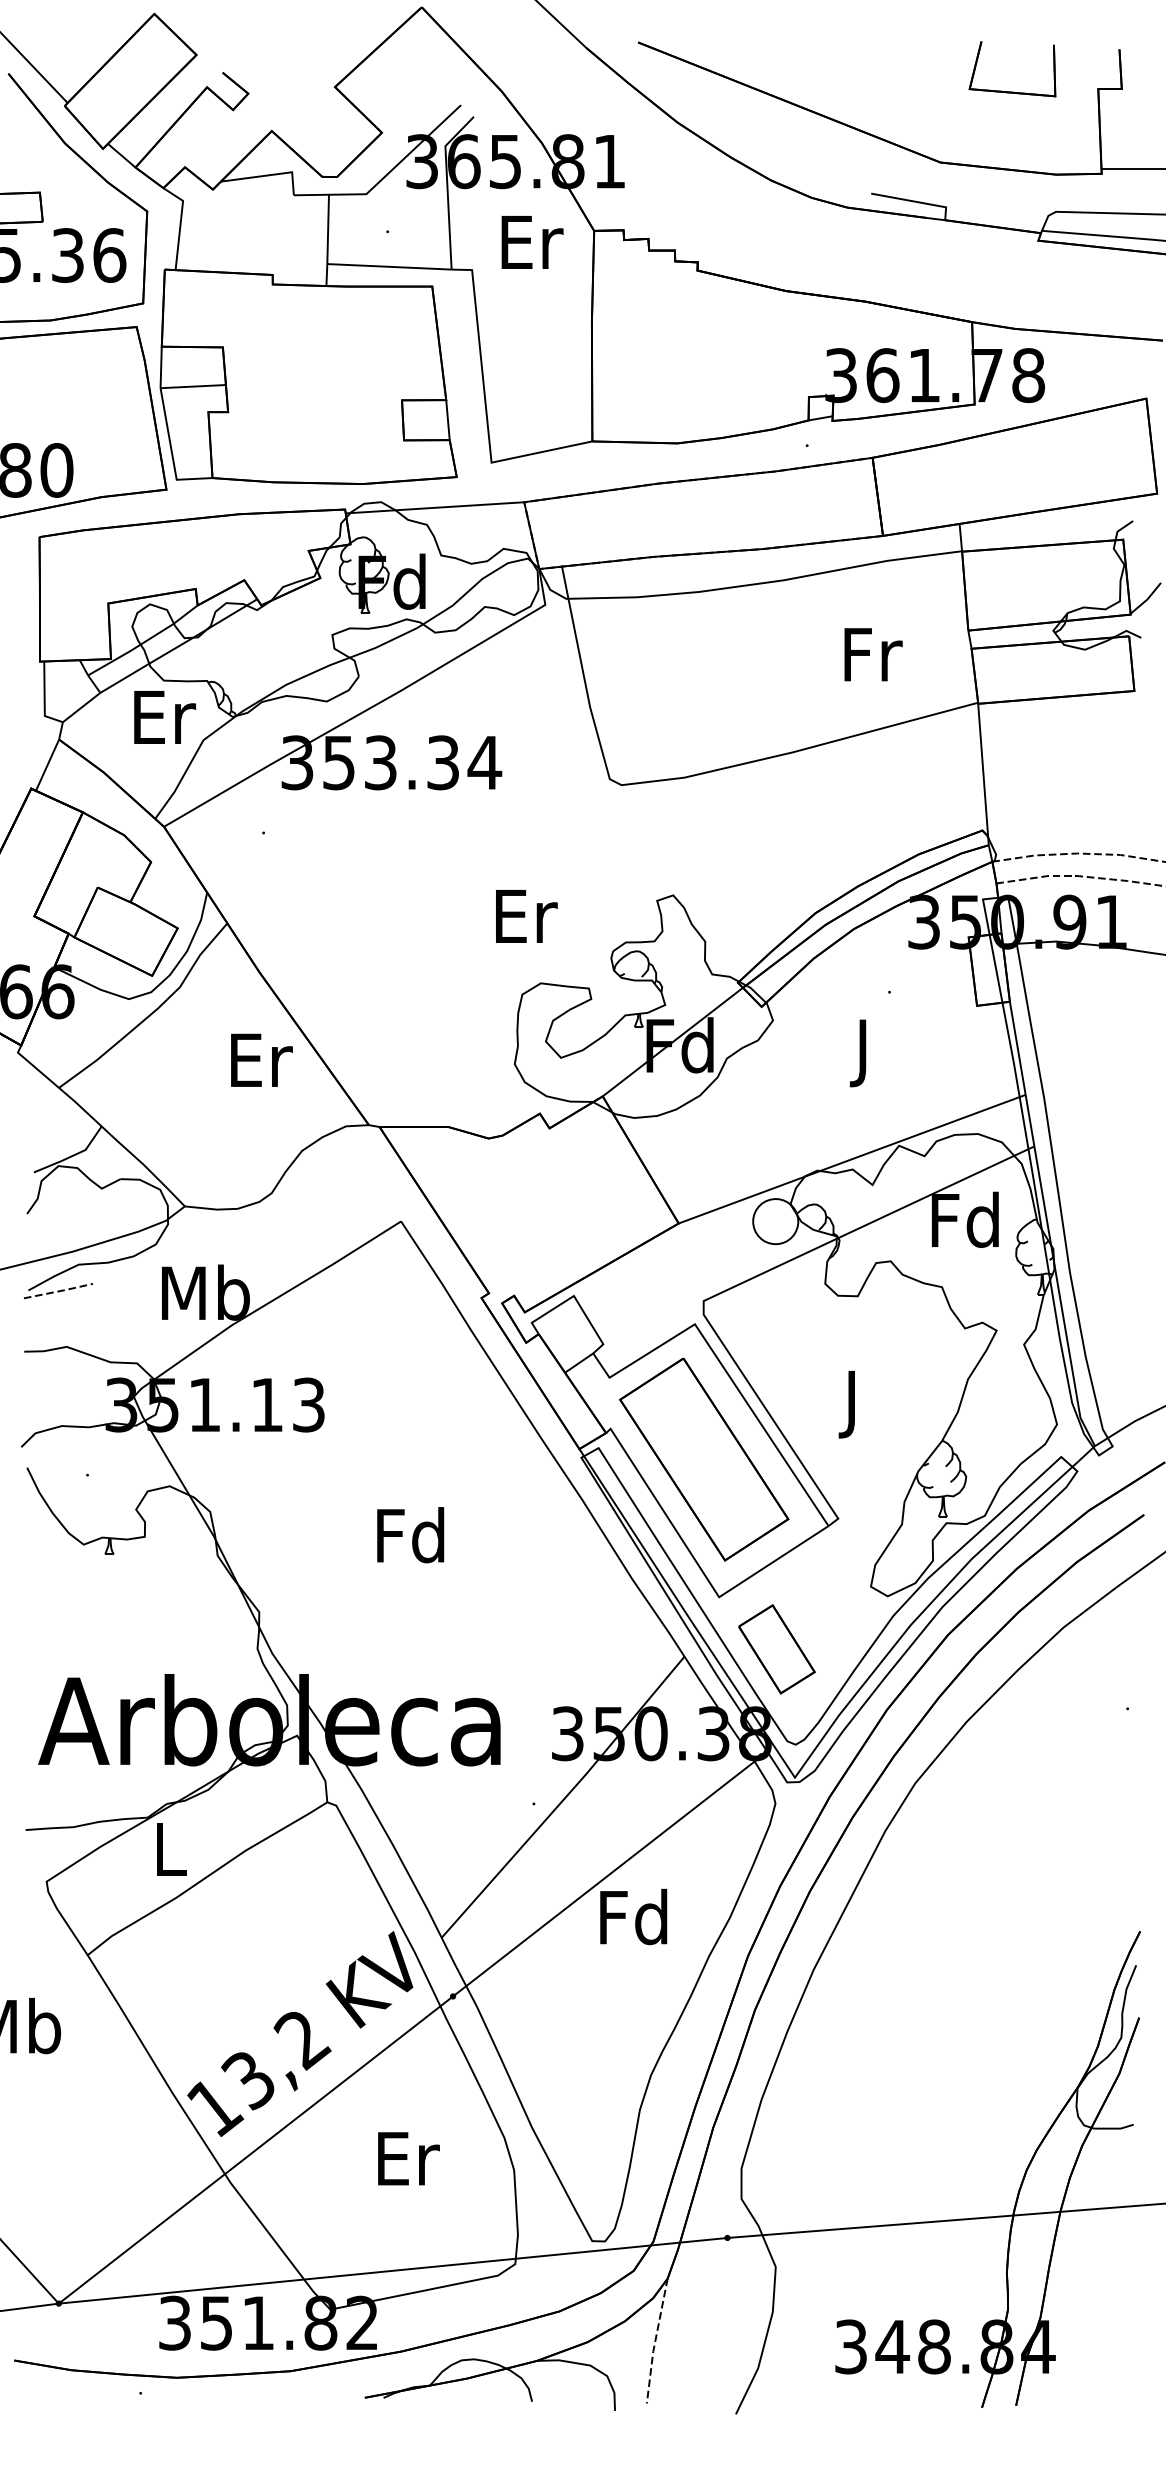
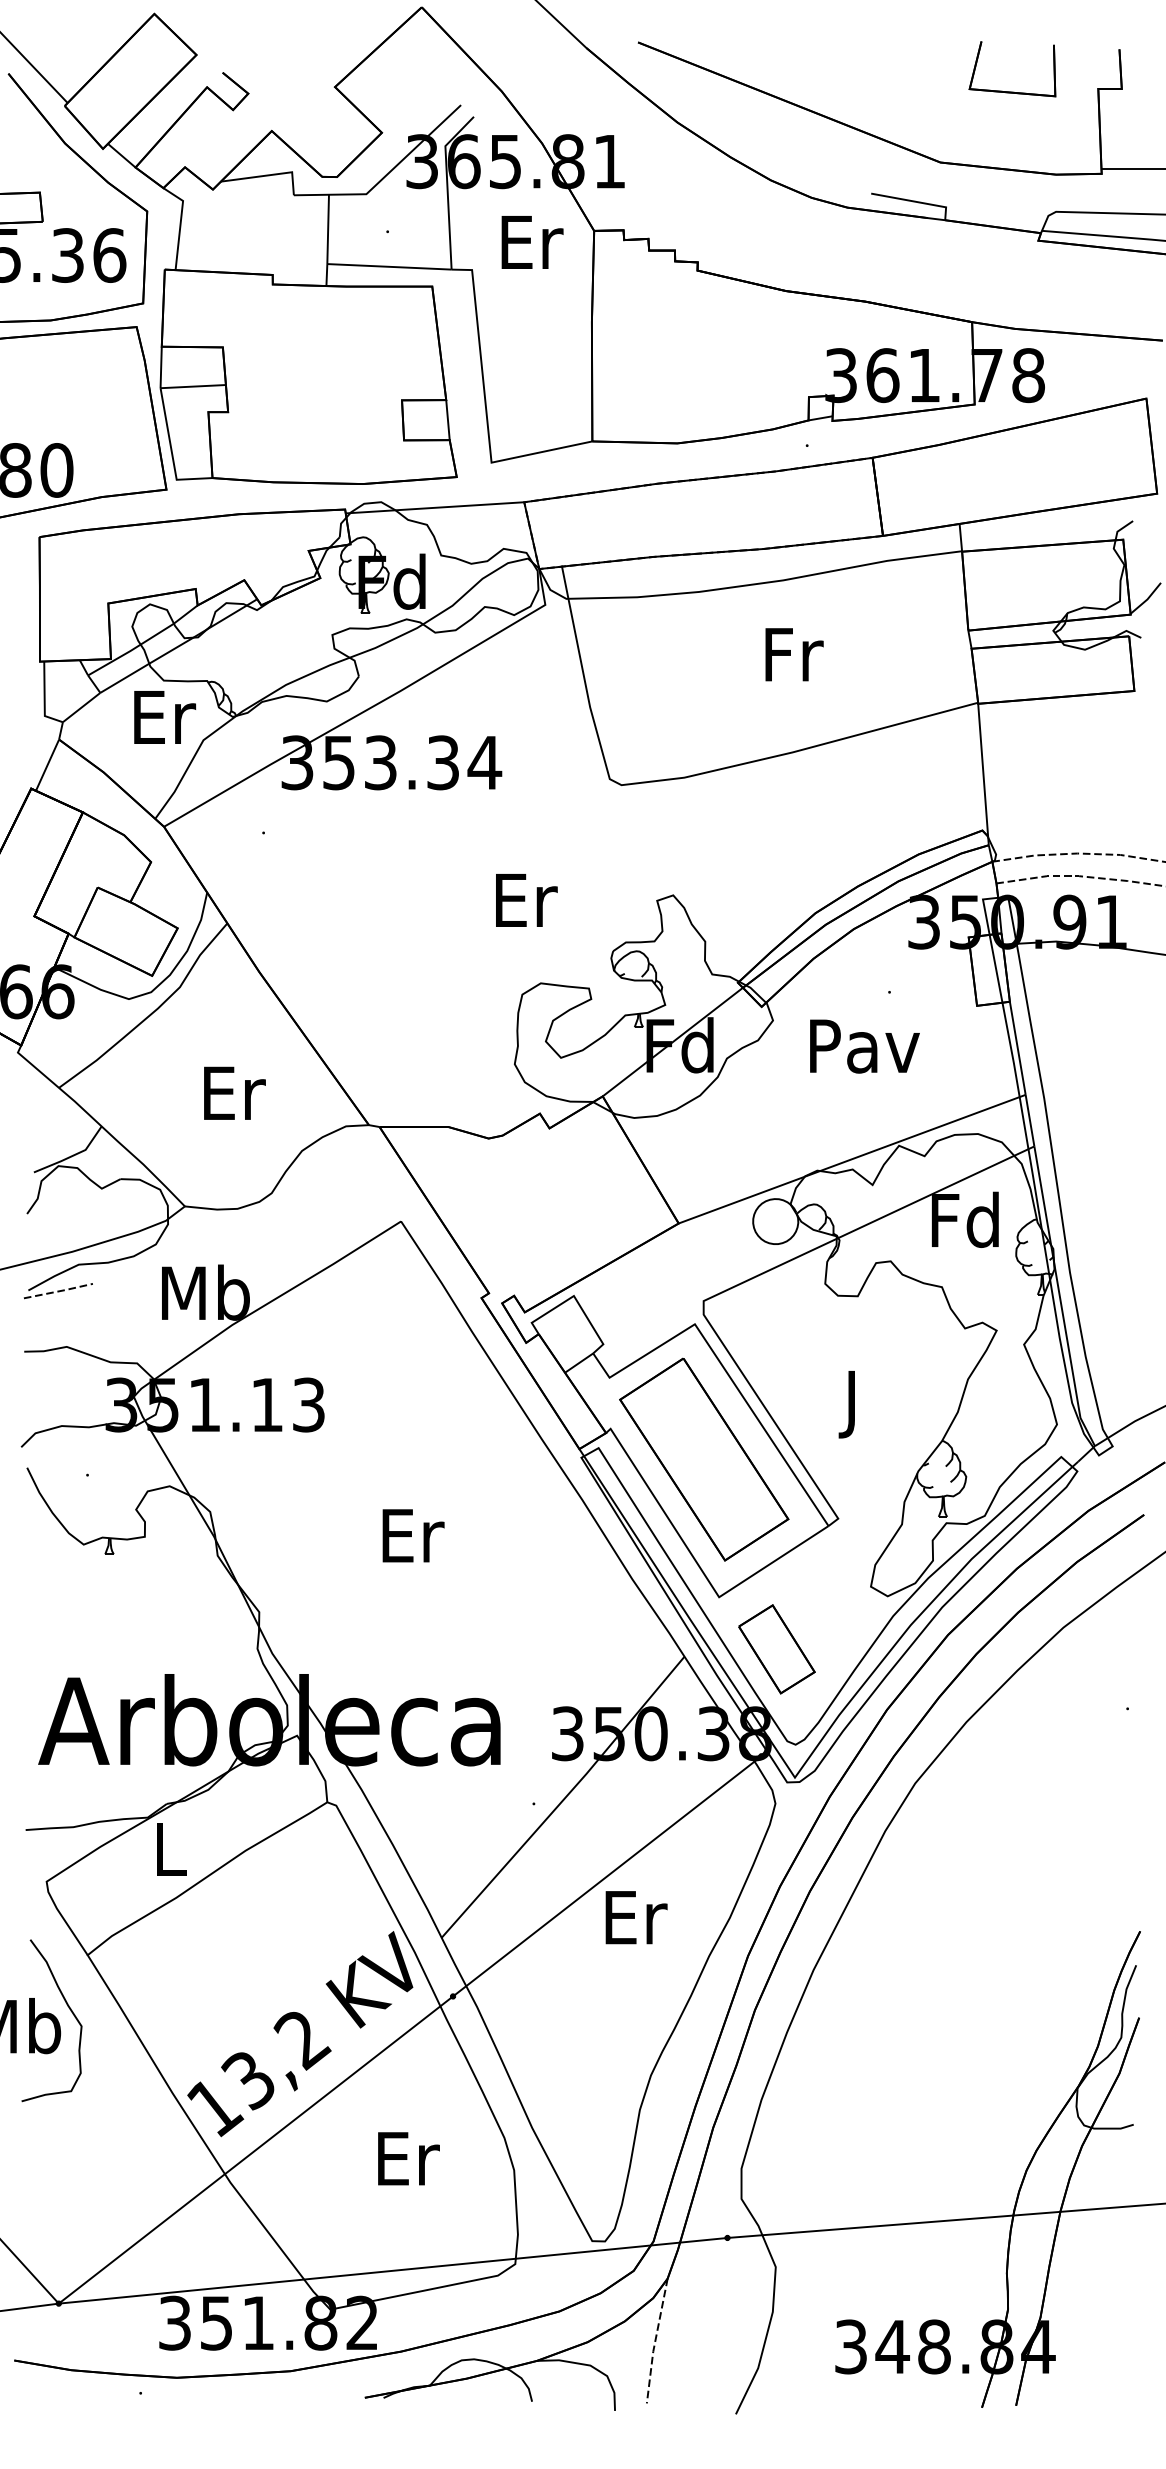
text at (873, 654) position: (873, 654) -> (794, 654)
text at (526, 916) position: (526, 916) -> (526, 900)
text at (864, 1053): J -> Pav
text at (261, 1059) position: (261, 1059) -> (234, 1092)
text at (410, 1535): Fd -> Er
text at (633, 1916): Fd -> Er
curve at (68, 2008): none -> present
